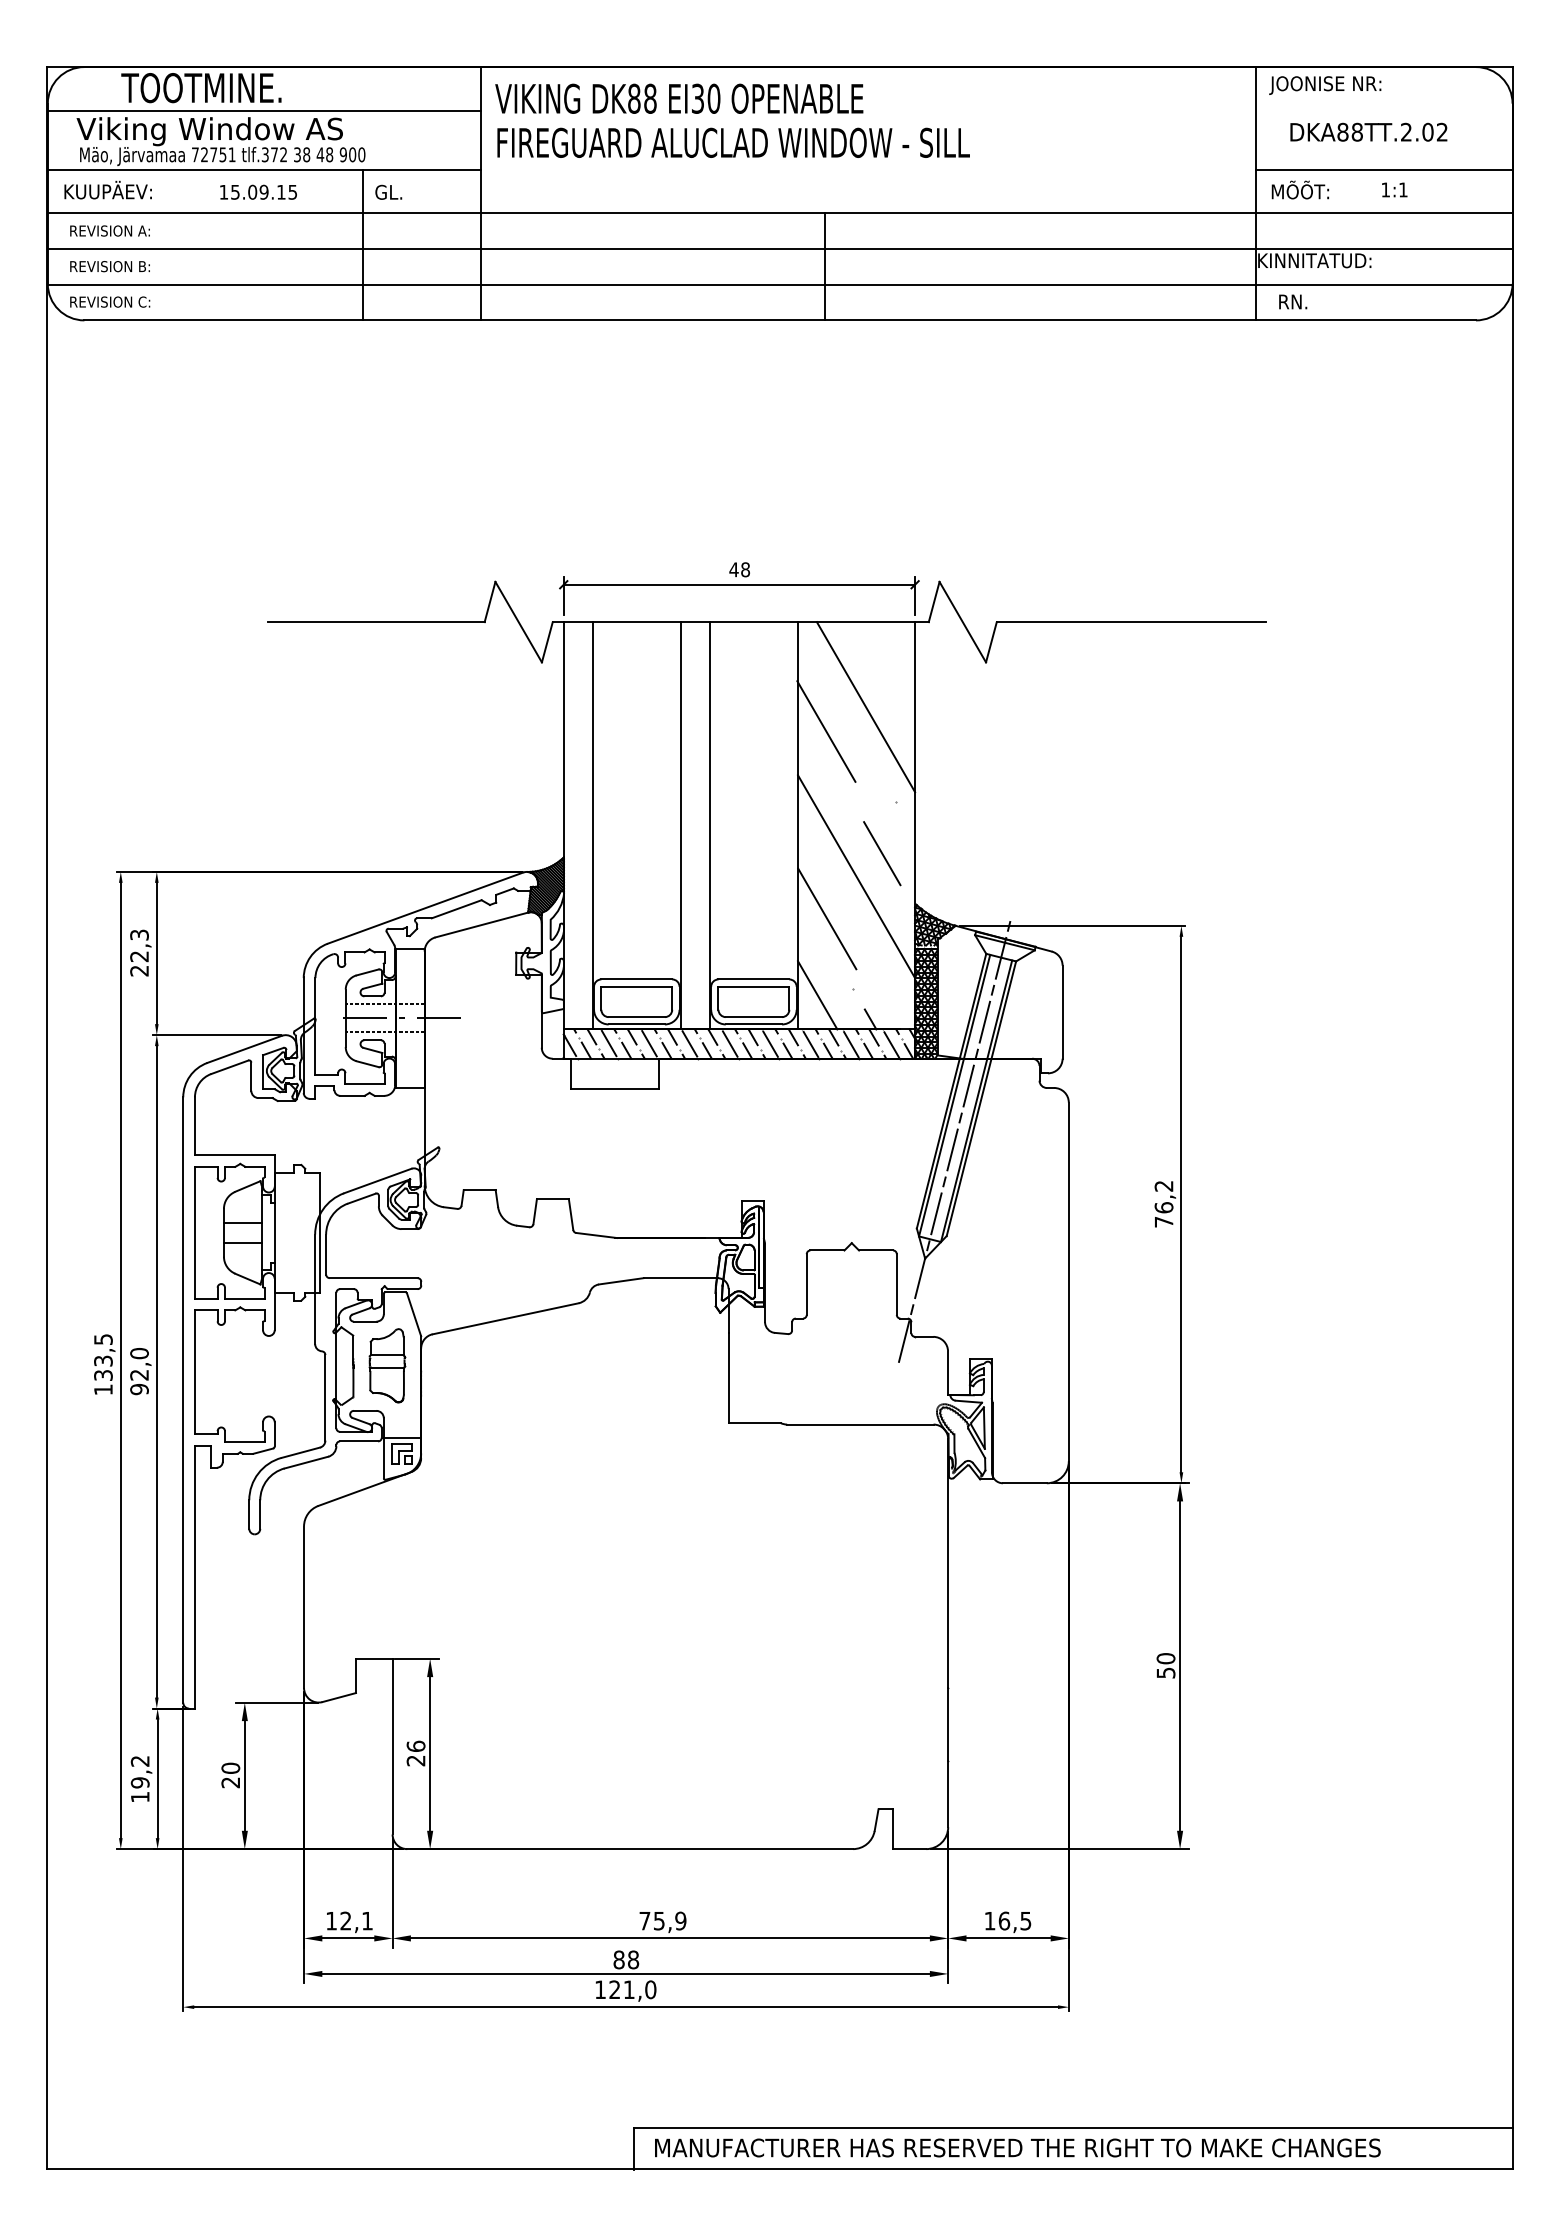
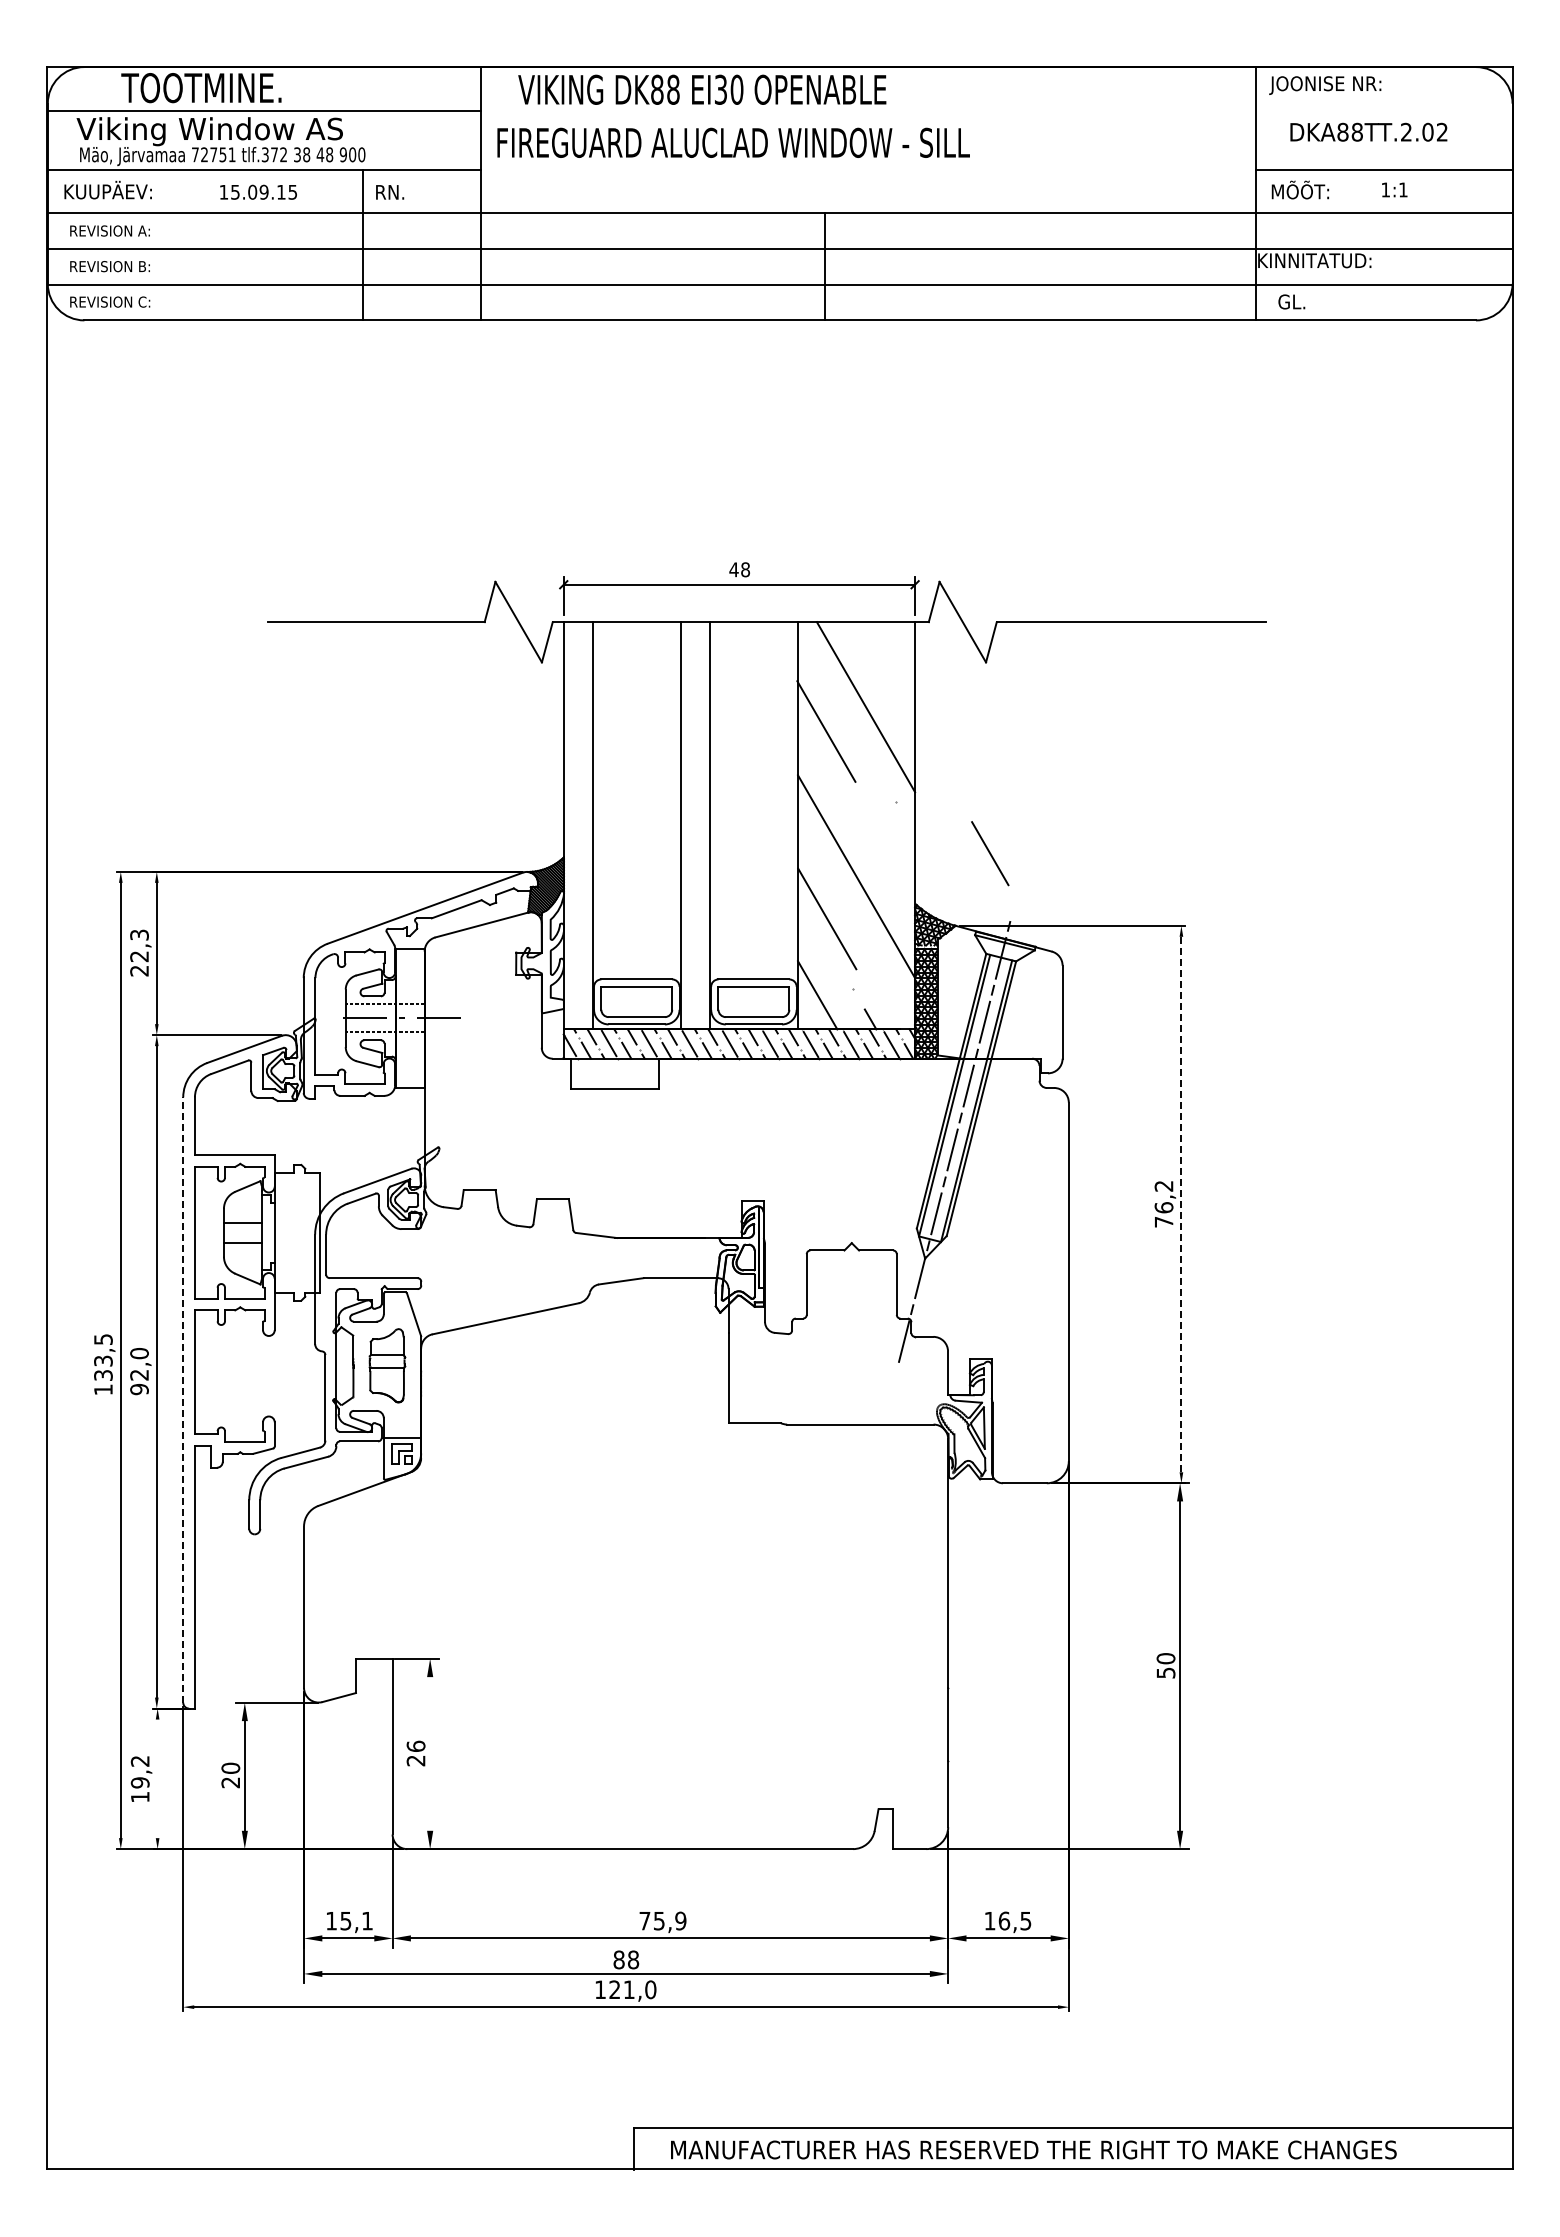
text at (679, 98) position: (679, 98) -> (702, 89)
text at (389, 191): GL. -> RN.
text at (1292, 301): RN. -> GL.
line at (882, 853) position: (882, 853) -> (990, 853)
line at (1181, 1204): solid -> dashed
line at (183, 1400): solid -> dashed
line at (430, 1753): present -> none
line at (157, 1778): present -> none
text at (345, 1920): 12,1 -> 15,1
text at (1017, 2147) position: (1017, 2147) -> (1033, 2149)
